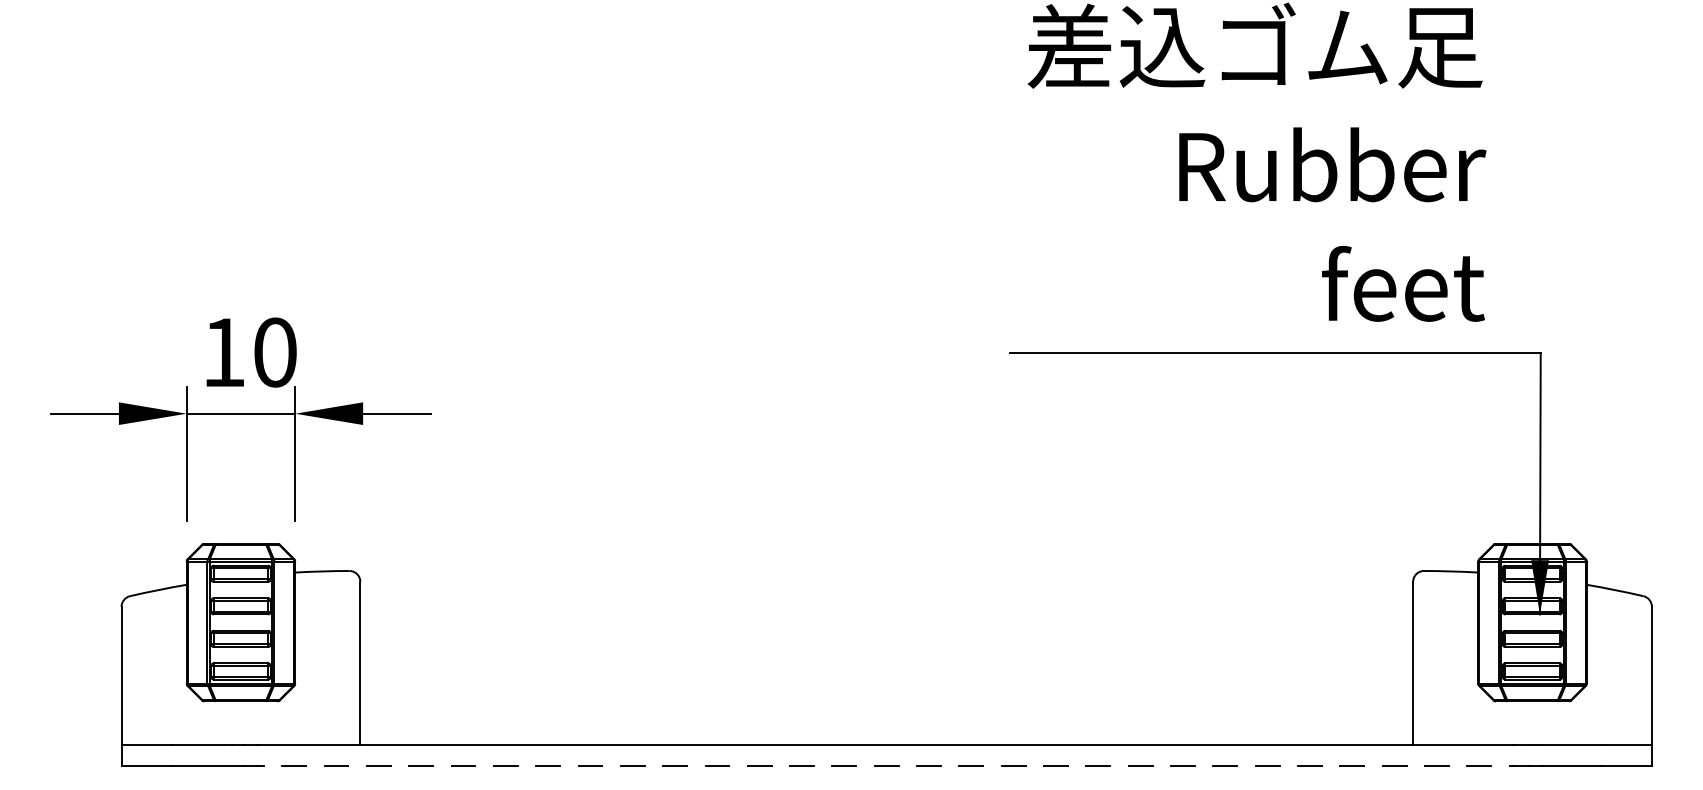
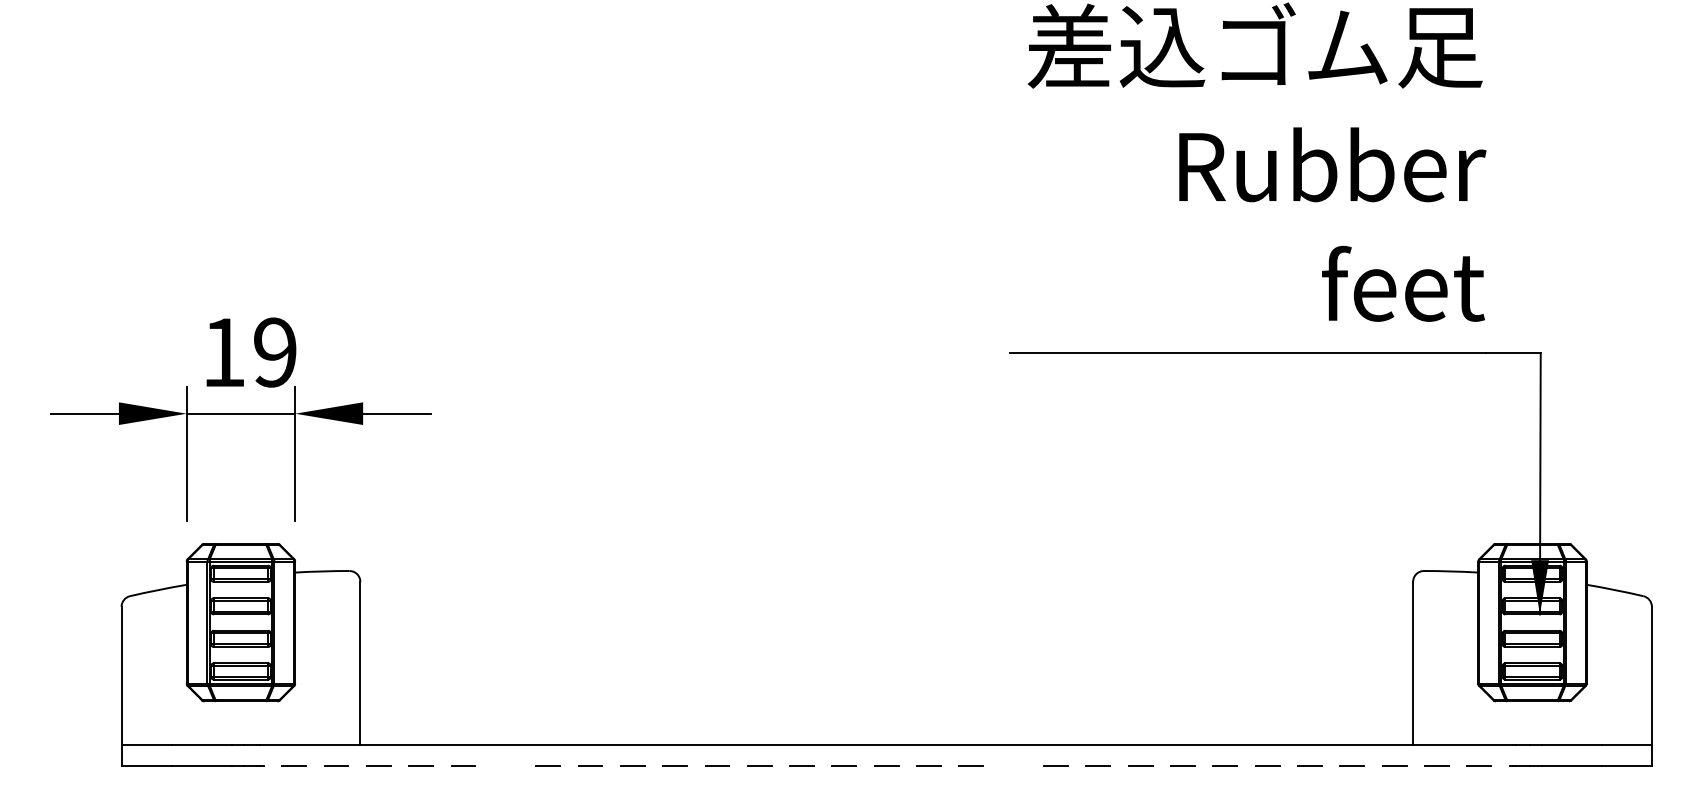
text at (275, 352): 10 -> 19
line at (505, 765): present -> none
line at (1013, 765): present -> none
